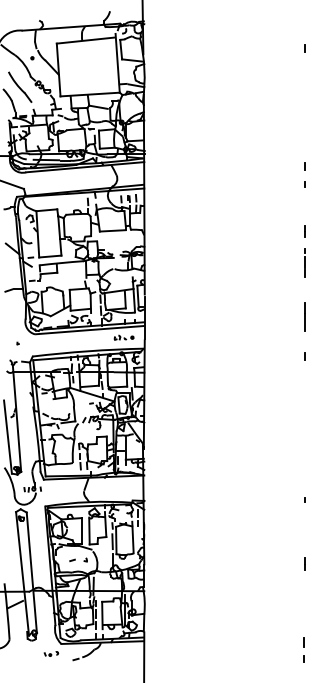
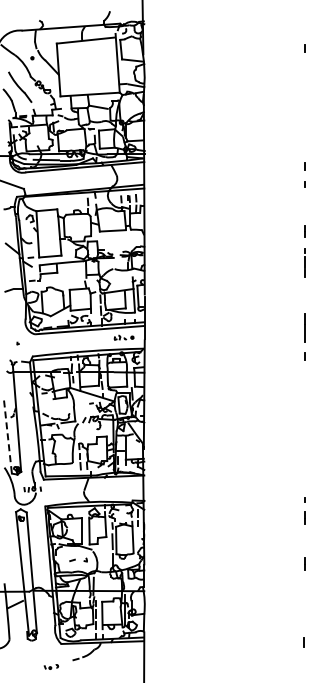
line at (304, 316) position: (304, 316) -> (304, 327)
line at (7, 437): solid -> dashed
line at (304, 517): none -> present
part at (51, 653) position: (51, 653) -> (51, 666)
line at (303, 658): present -> none
